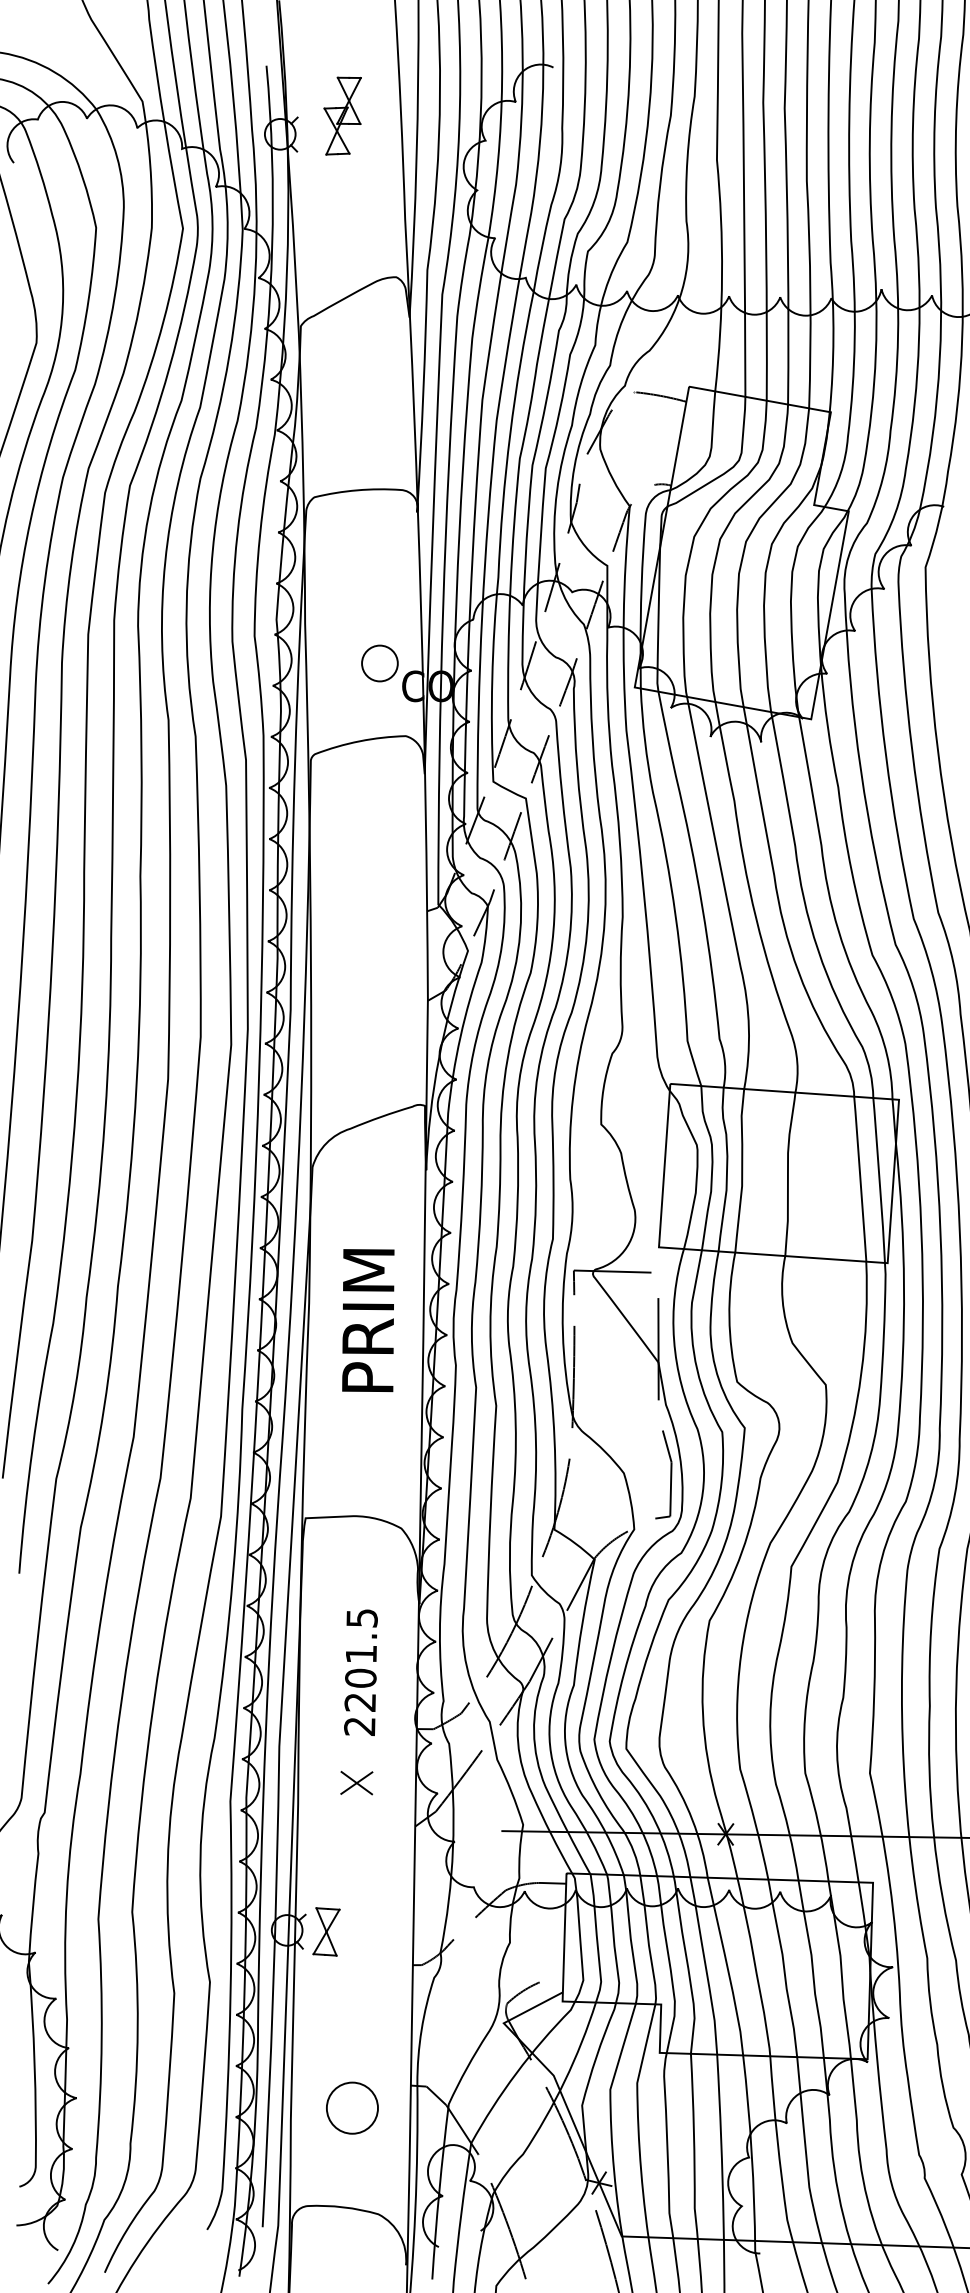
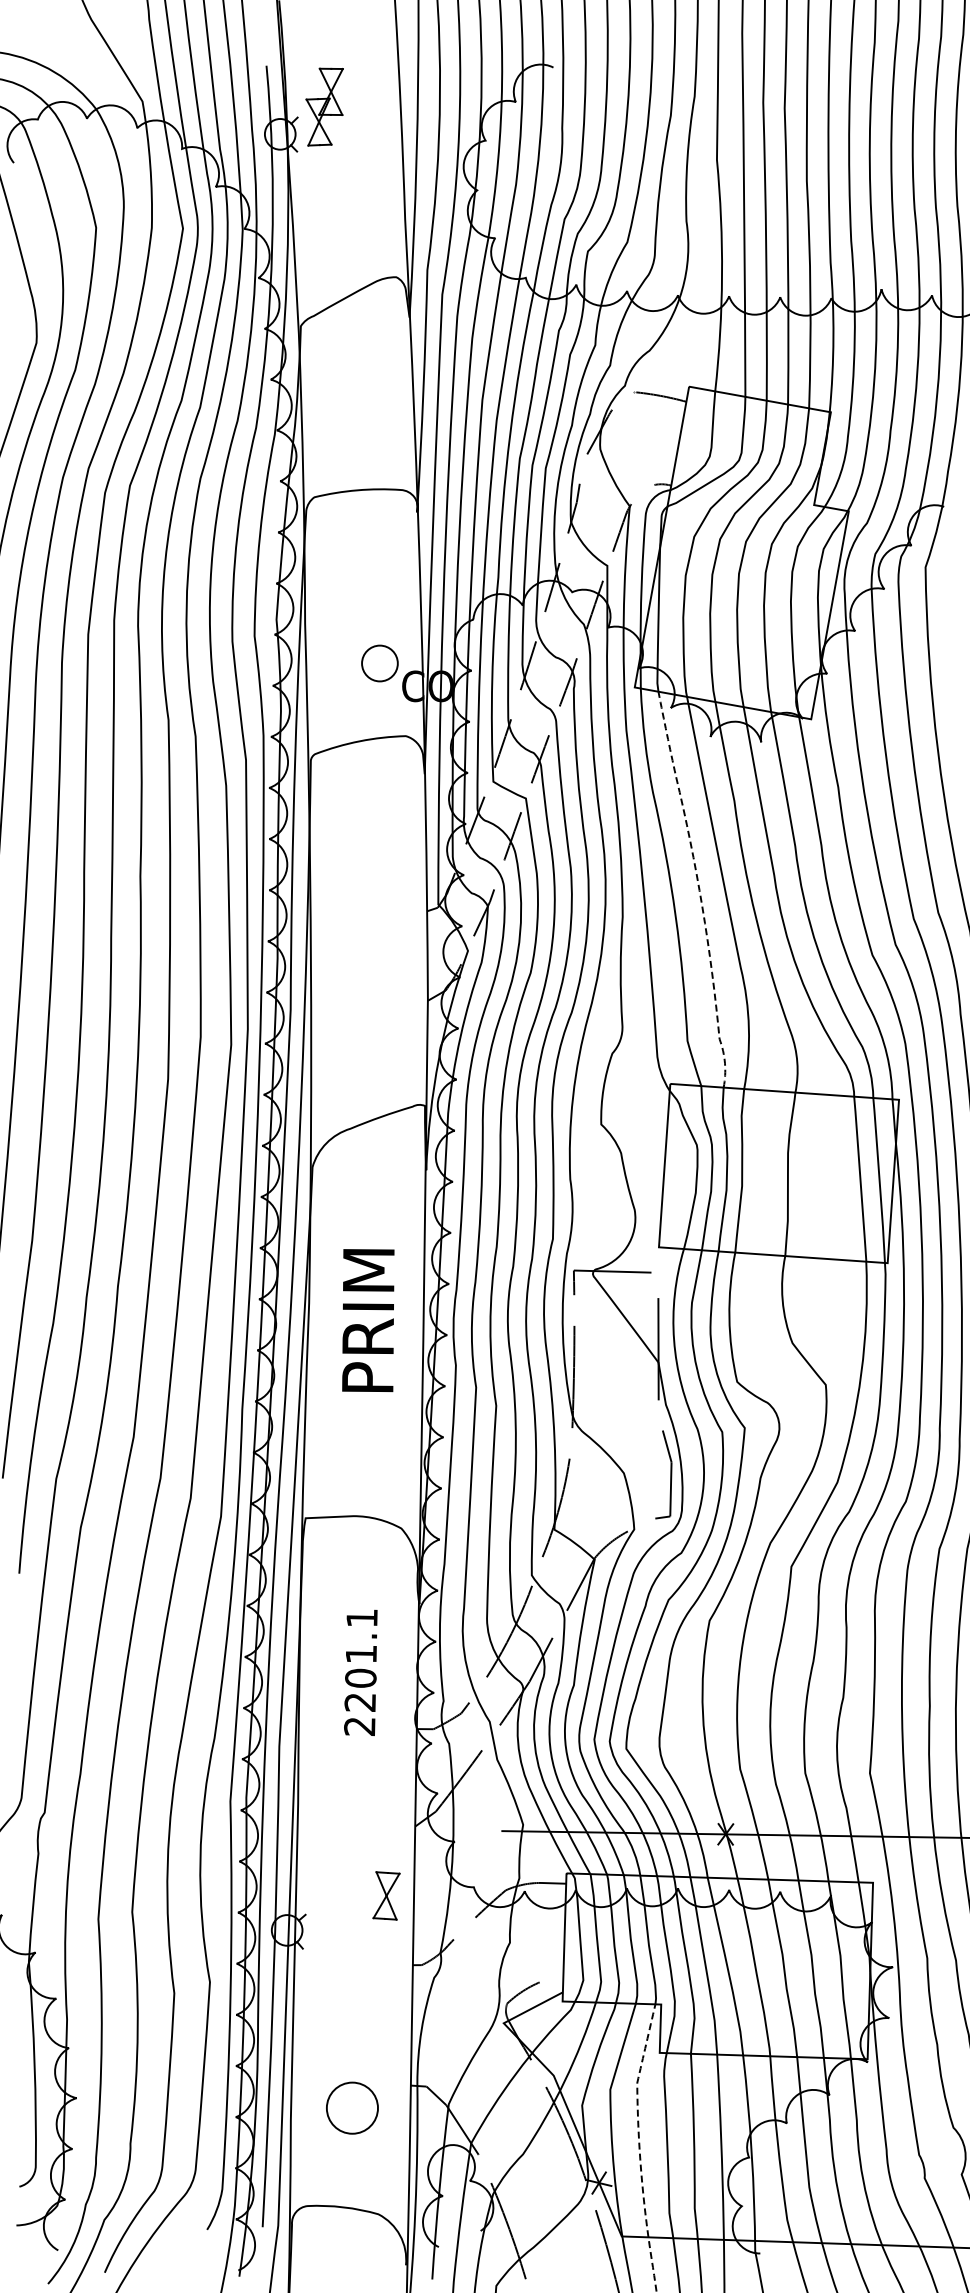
part at (342, 115) position: (342, 115) -> (324, 106)
line at (699, 893): solid -> dashed
text at (361, 1618): 2201.5 -> 2201.1
part at (356, 1782): present -> none
part at (326, 1931) position: (326, 1931) -> (386, 1895)
line at (639, 2147): solid -> dashed
